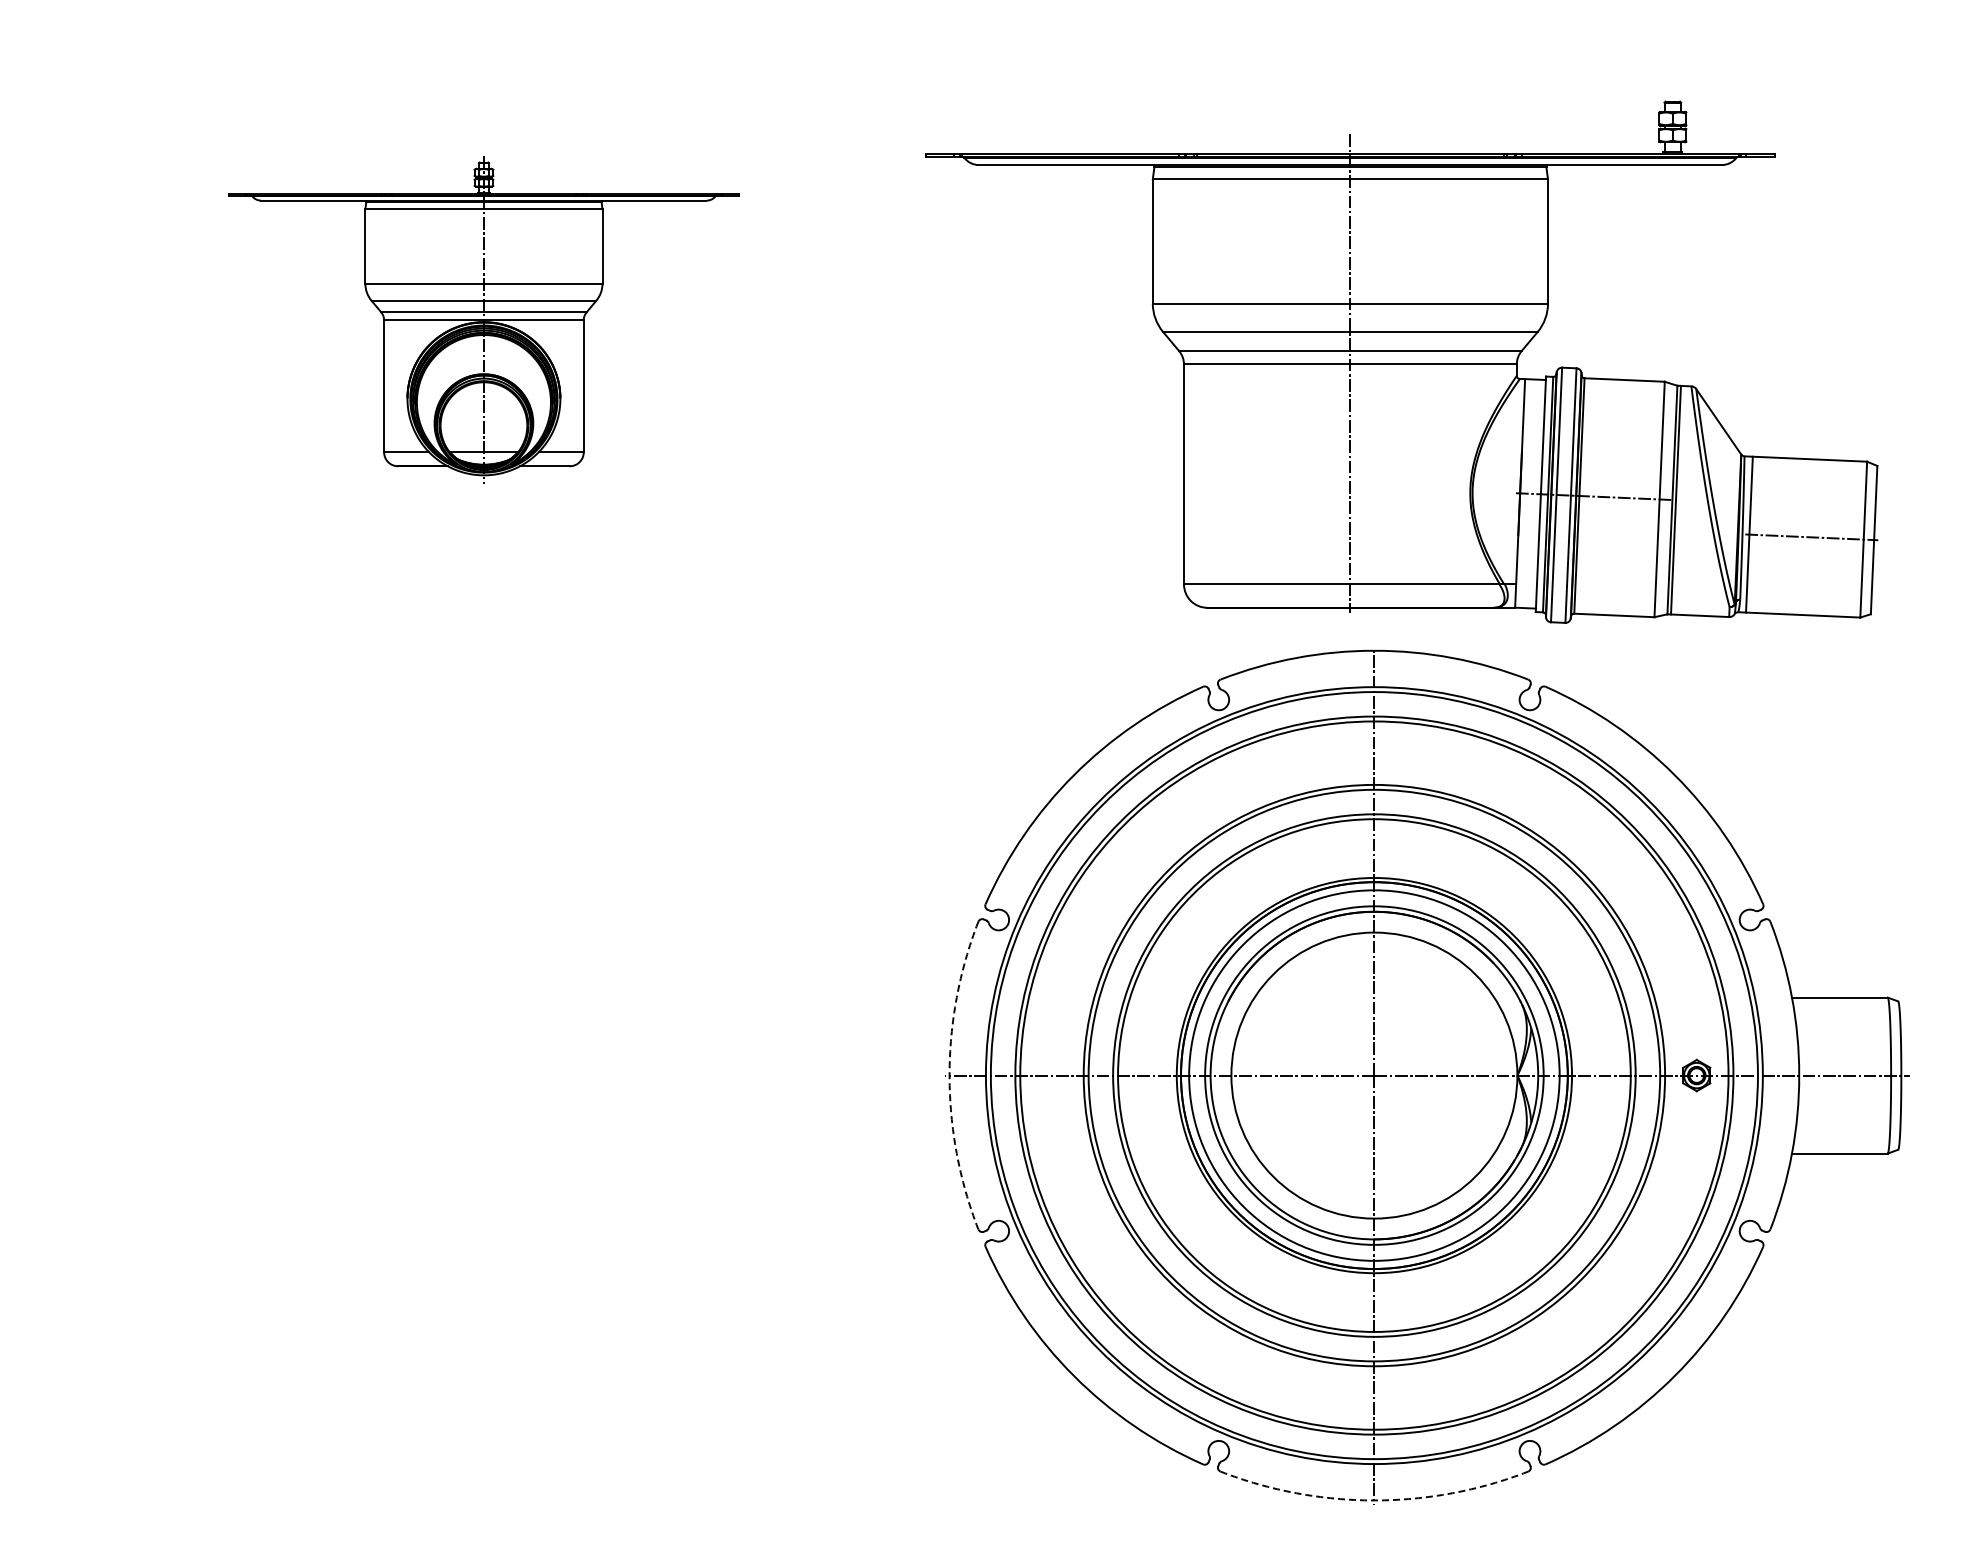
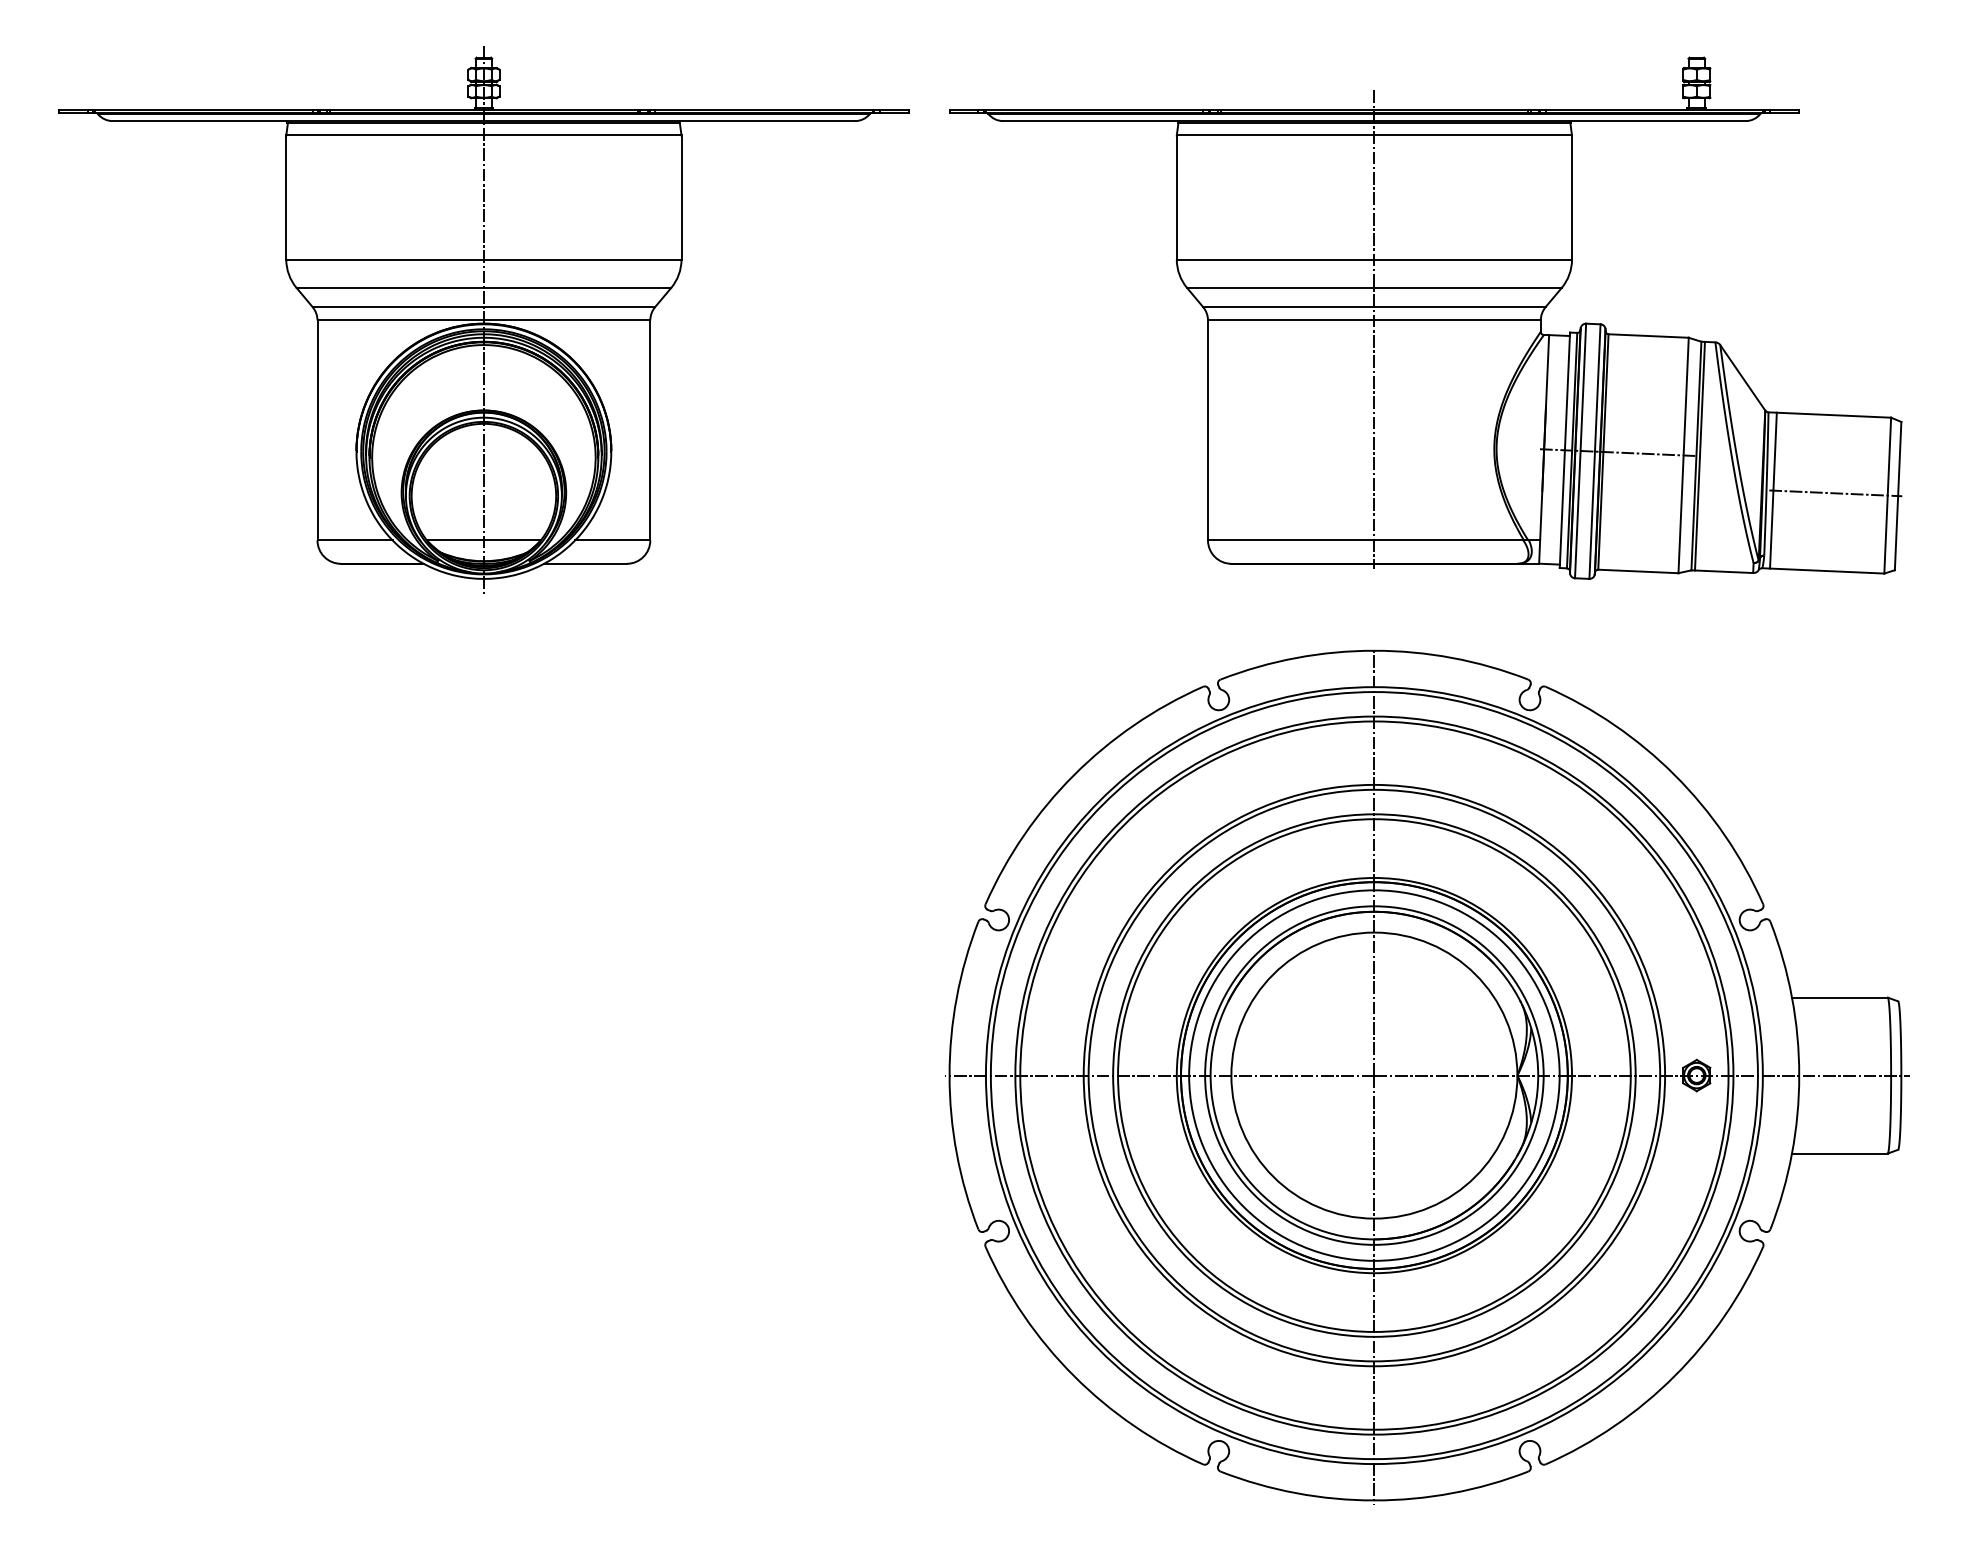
part at (483, 319) size: 512x328 px -> 852x548 px
part at (1401, 361) position: (1401, 361) -> (1425, 317)
arc at (949, 1075): dashed -> solid
arc at (1374, 1500): dashed -> solid
